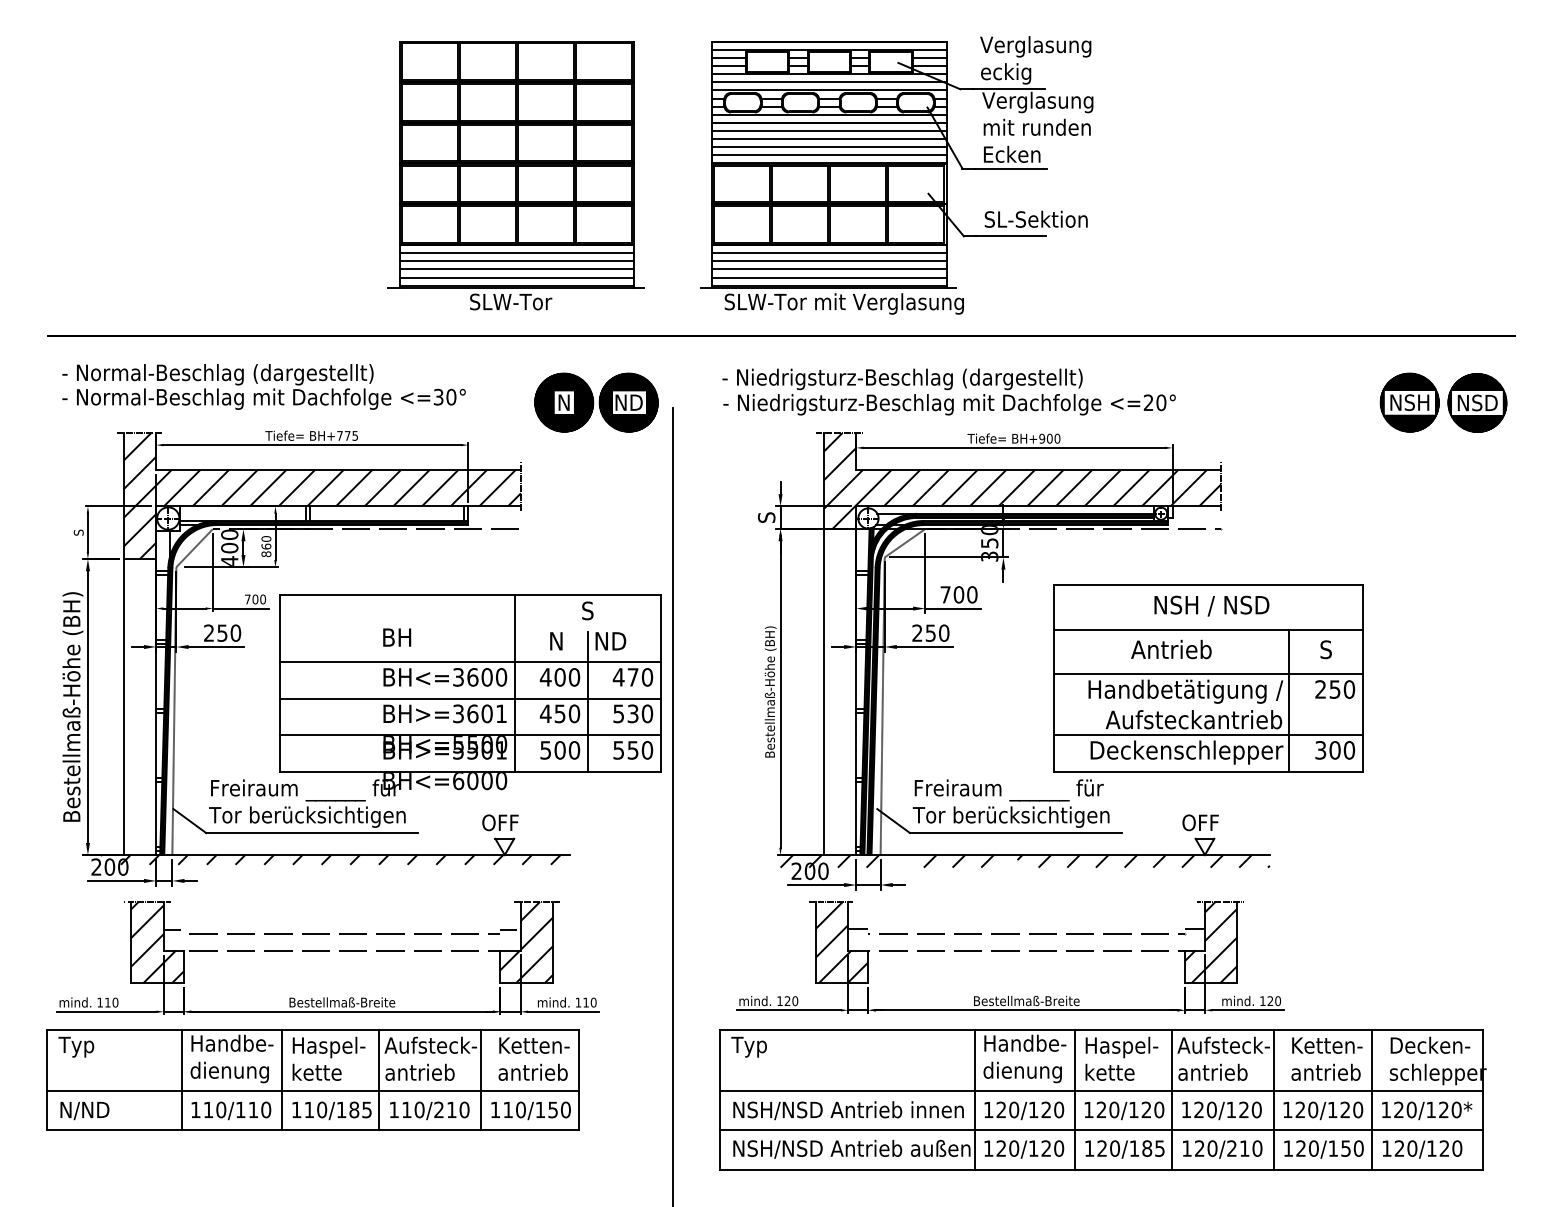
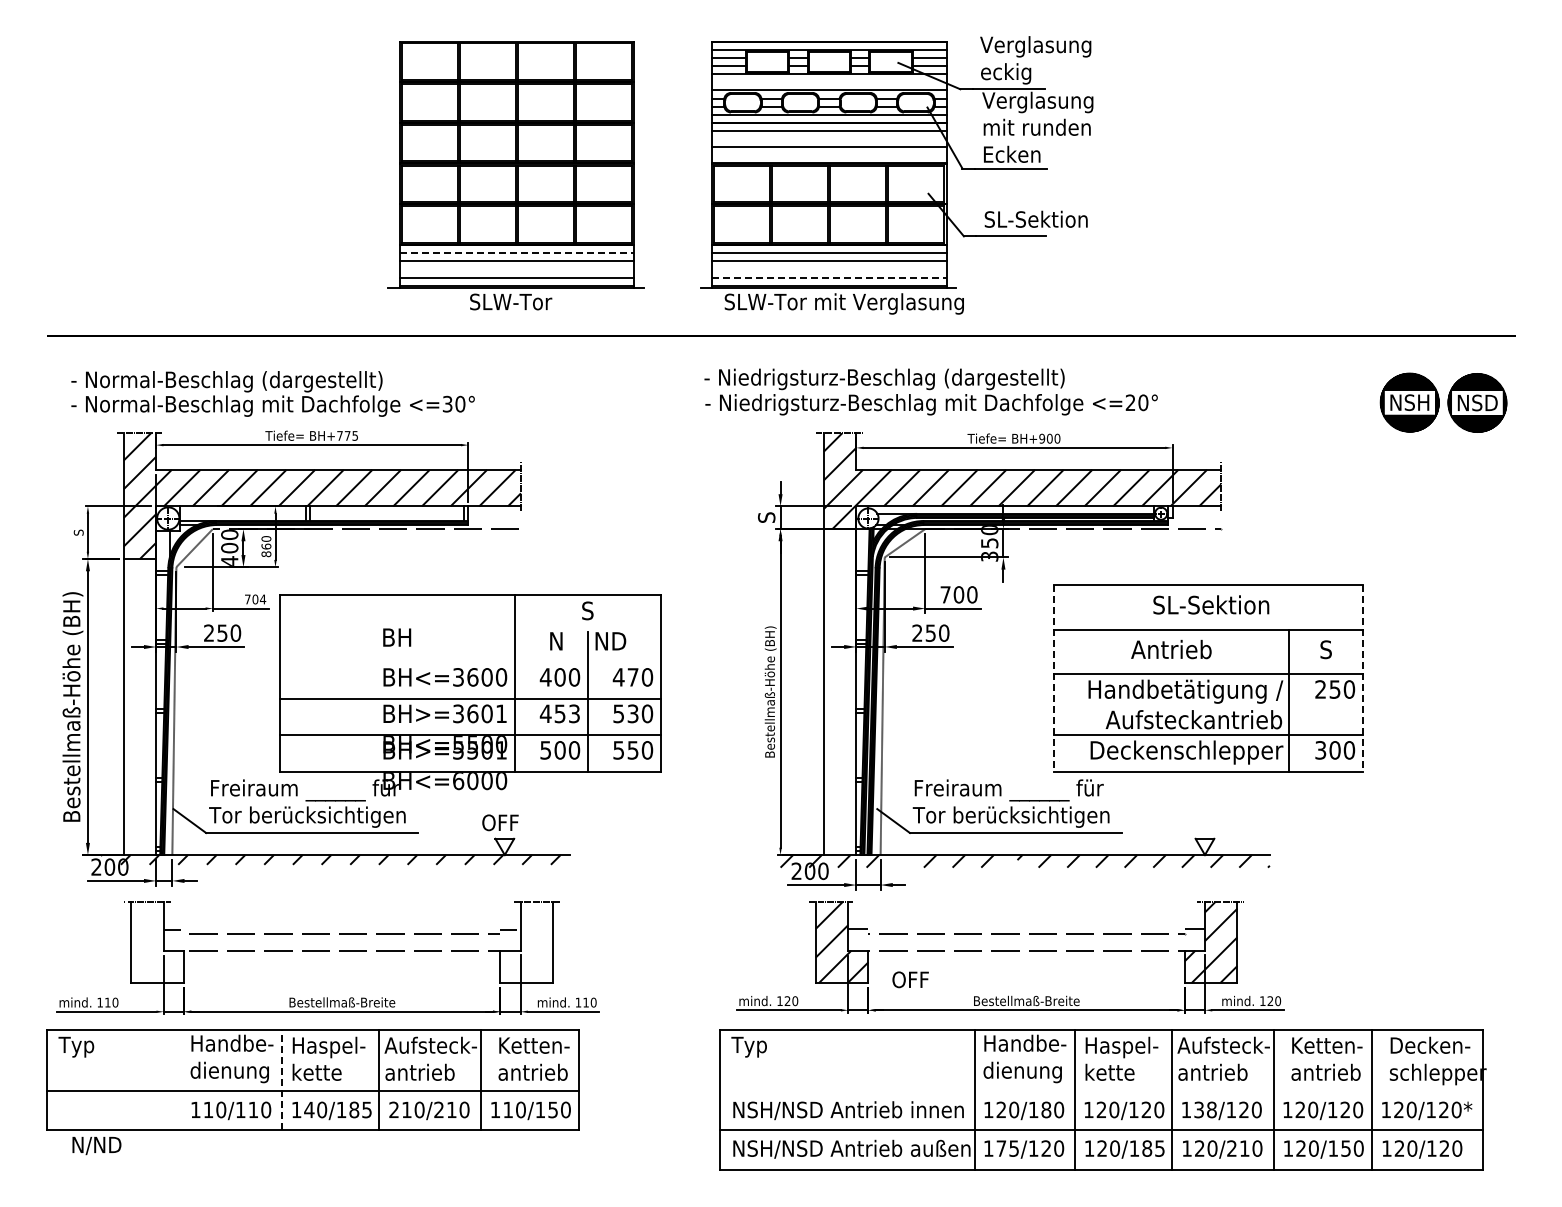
line at (828, 82): present -> none
line at (828, 139): present -> none
line at (828, 155): present -> none
line at (517, 253): solid -> dashed
line at (516, 269): present -> none
line at (828, 269): present -> none
line at (829, 277): solid -> dashed
text at (263, 386) position: (263, 386) -> (272, 393)
text at (948, 391) position: (948, 391) -> (930, 391)
part at (596, 402): present -> none
text at (262, 599): 700 -> 704
text at (1211, 605): NSH / NSD -> SL-Sektion
line at (469, 662): present -> none
line at (1054, 678): solid -> dashed
line at (1362, 678): solid -> dashed
text at (574, 713): 450 -> 453
line at (673, 805): present -> none
text at (1200, 822) position: (1200, 822) -> (910, 979)
hatch at (157, 942): present -> none
hatch at (526, 942): present -> none
line at (181, 1079): present -> none
line at (281, 1080): solid -> dashed
line at (1101, 1091): present -> none
text at (309, 1109): 110/185 -> 140/185
text at (393, 1109): 110/210 -> 210/210
text at (1046, 1109): 120/120 -> 120/180
text at (84, 1110) position: (84, 1110) -> (96, 1145)
text at (1205, 1110): 120/120 -> 138/120
text at (1007, 1148): 120/120 -> 175/120
